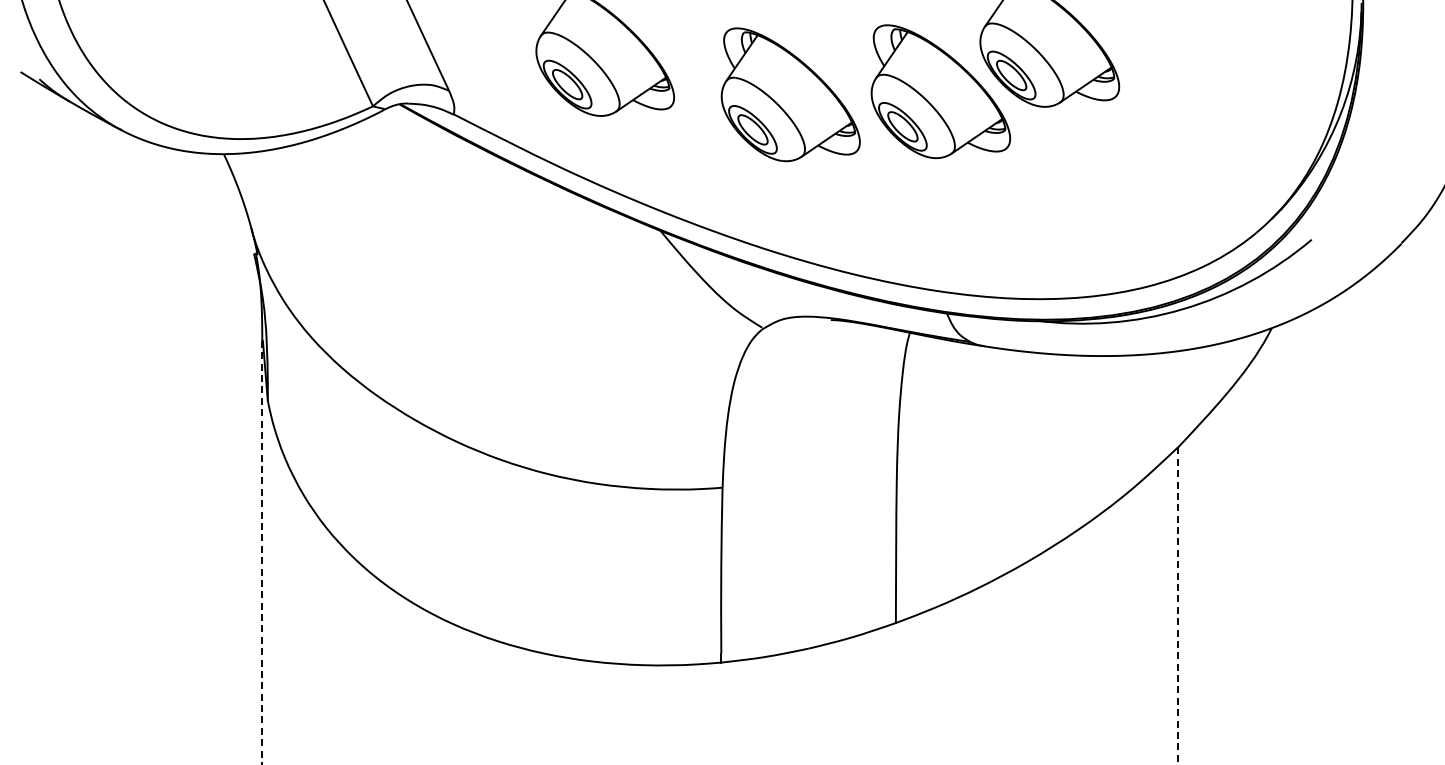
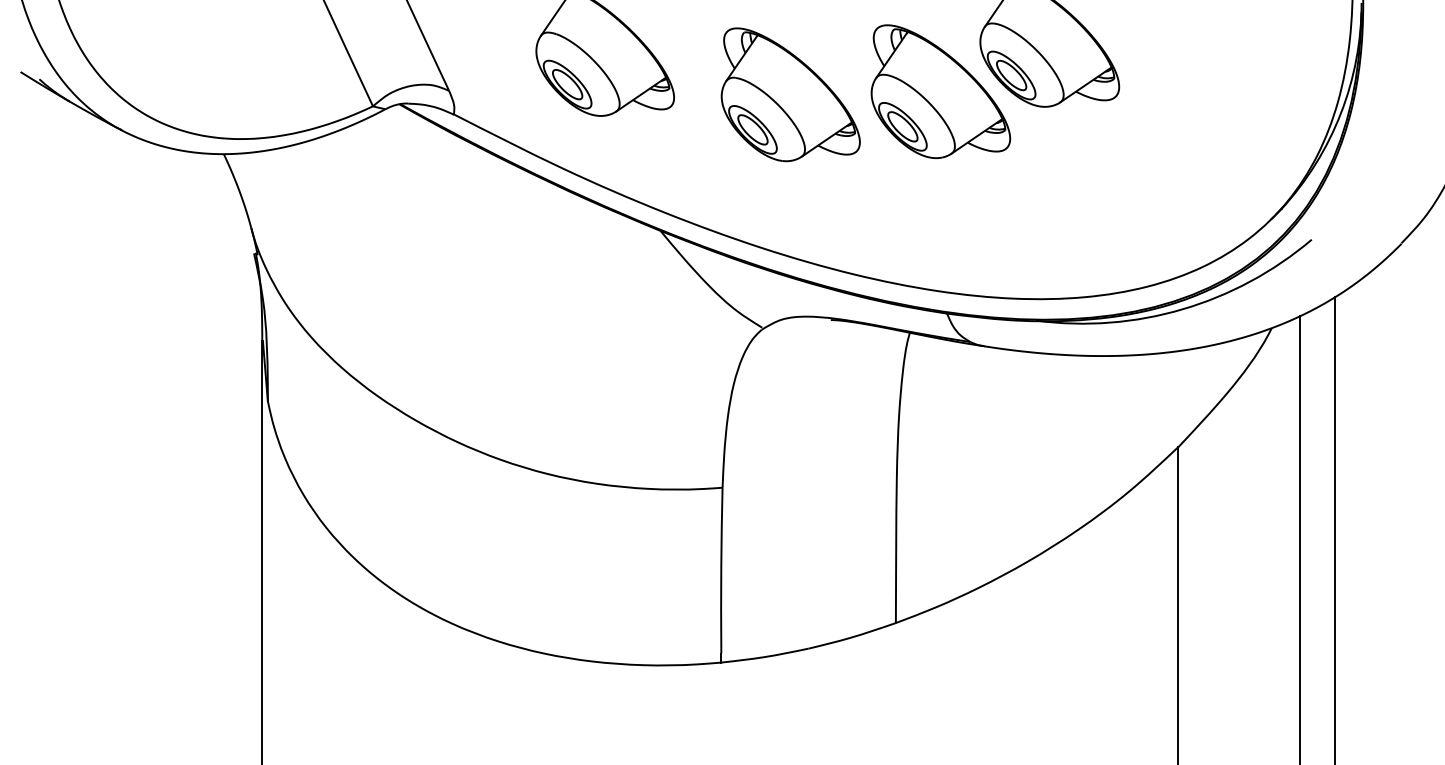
line at (1335, 529): none -> present
line at (1299, 538): none -> present
line at (262, 552): dashed -> solid
line at (1178, 606): dashed -> solid
